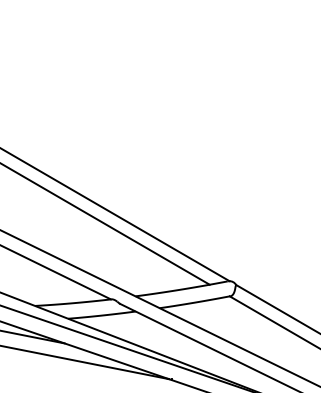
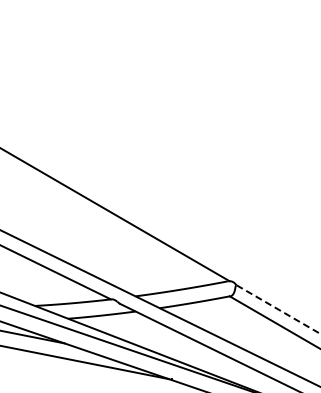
line at (105, 224): present -> none
line at (278, 309): solid -> dashed
